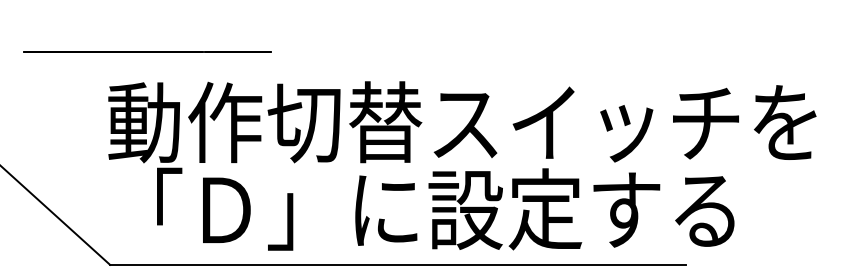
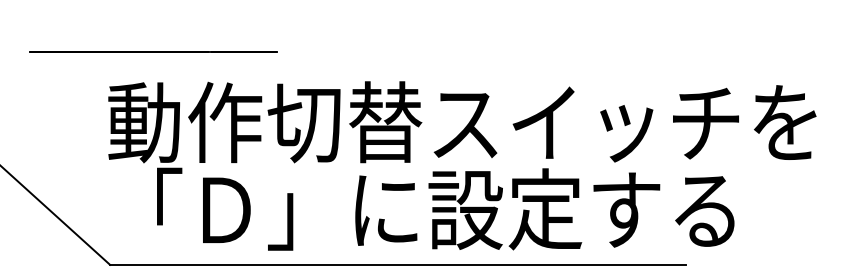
line at (147, 51) position: (147, 51) -> (153, 51)
